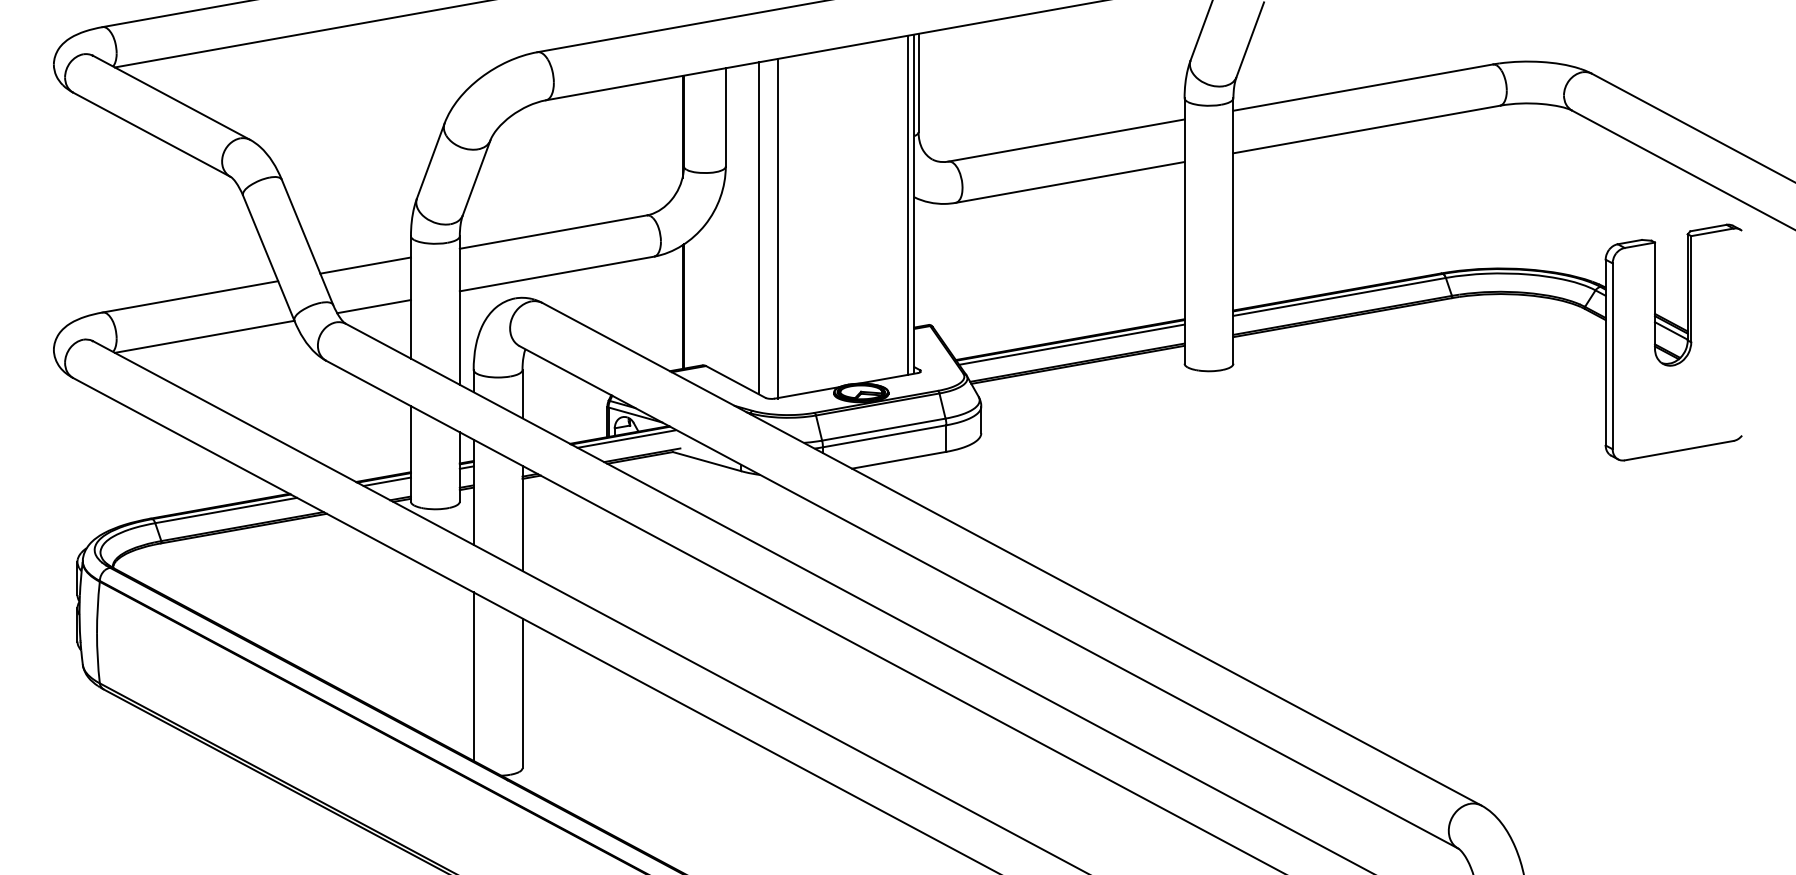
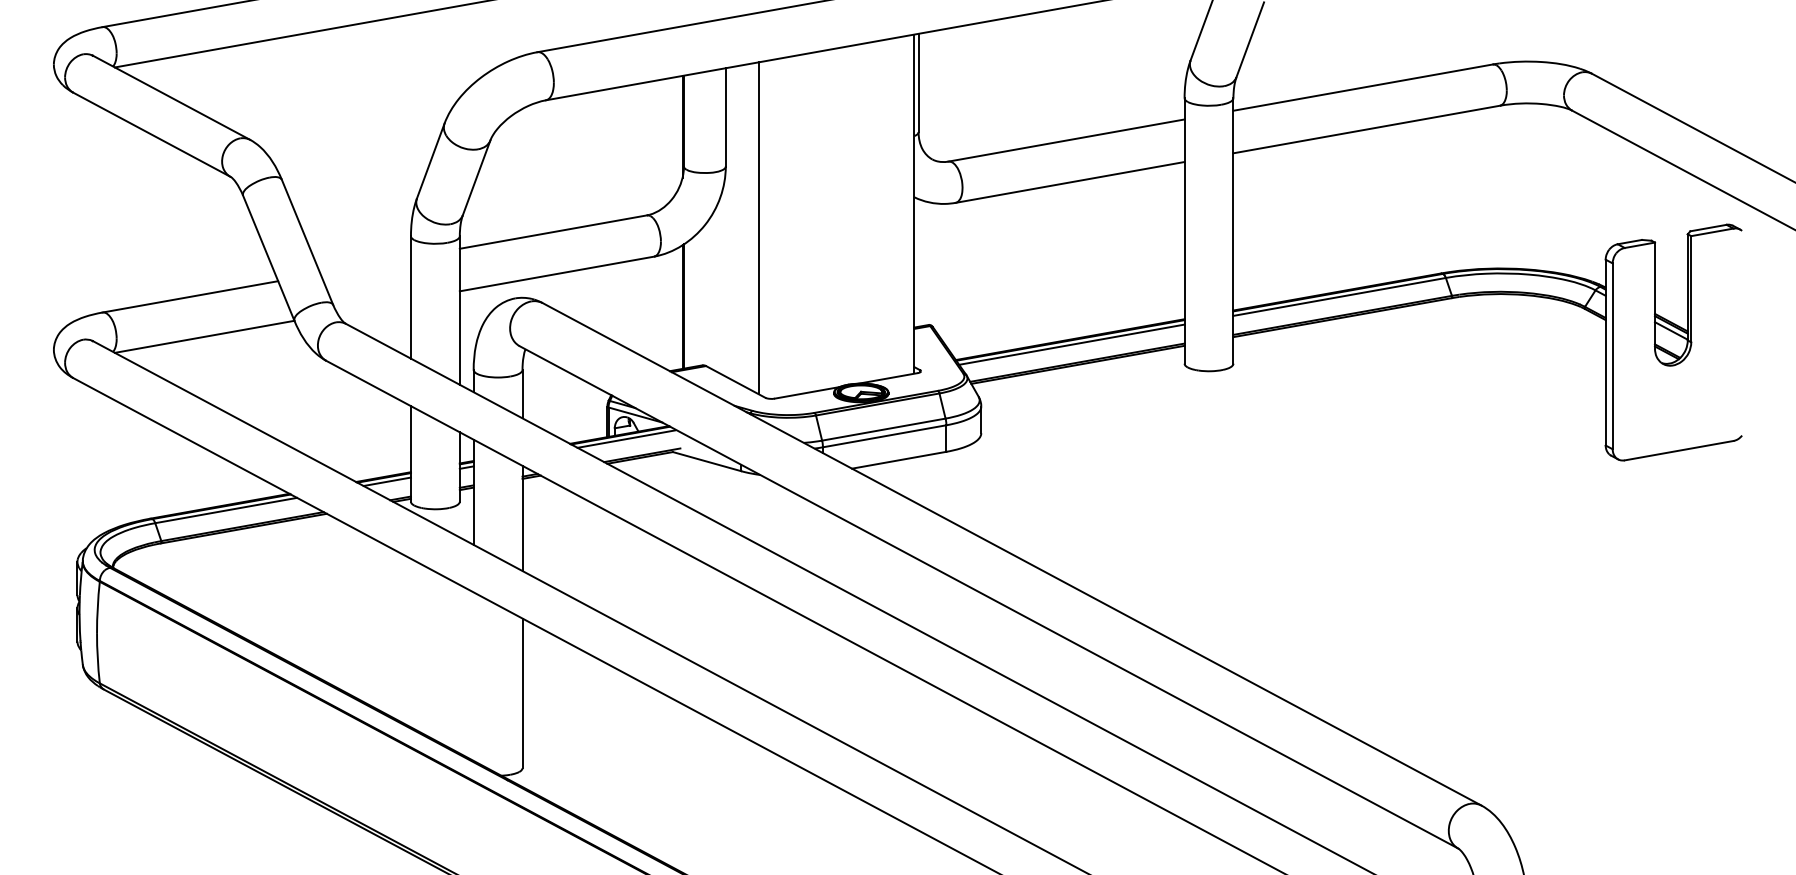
line at (907, 204): present -> none
line at (778, 228): present -> none
line at (365, 265): present -> none
line at (373, 306): present -> none
line at (473, 676): present -> none
